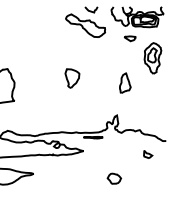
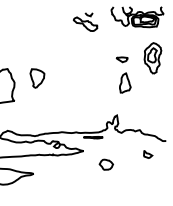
part at (85, 21) size: 41x32 px -> 26x20 px
part at (129, 38) position: (129, 38) -> (121, 59)
part at (72, 78) position: (72, 78) -> (37, 78)
part at (113, 178) position: (113, 178) -> (105, 164)
